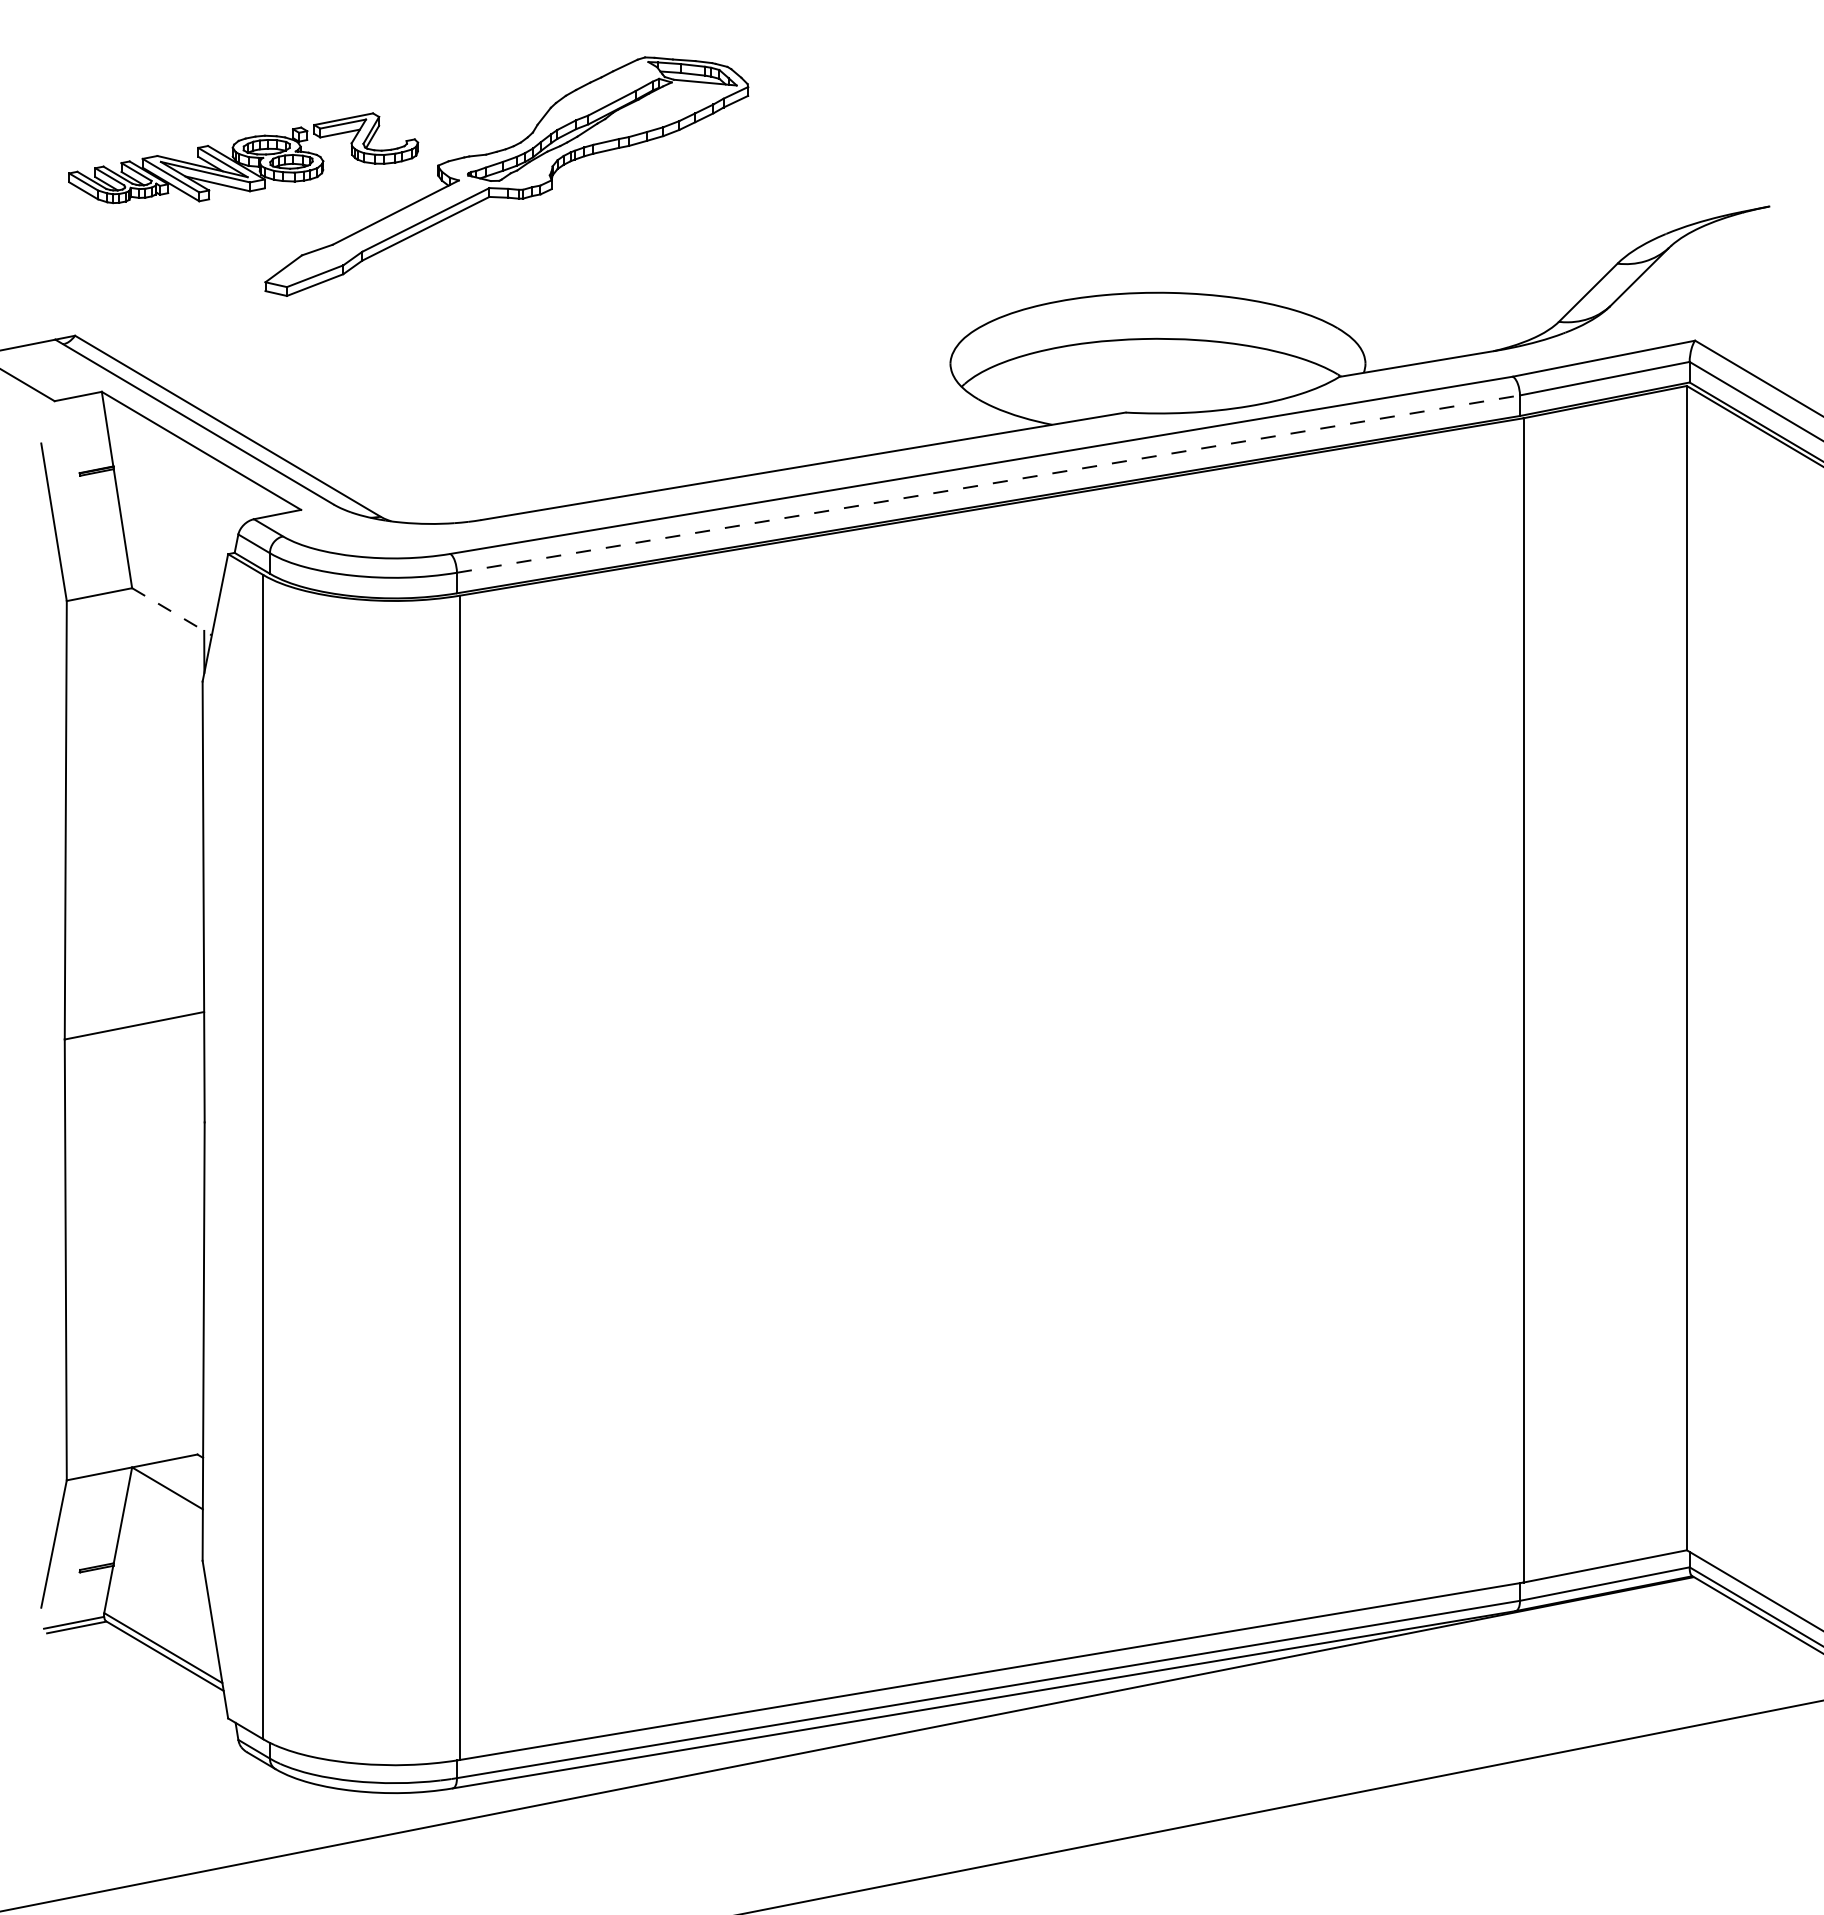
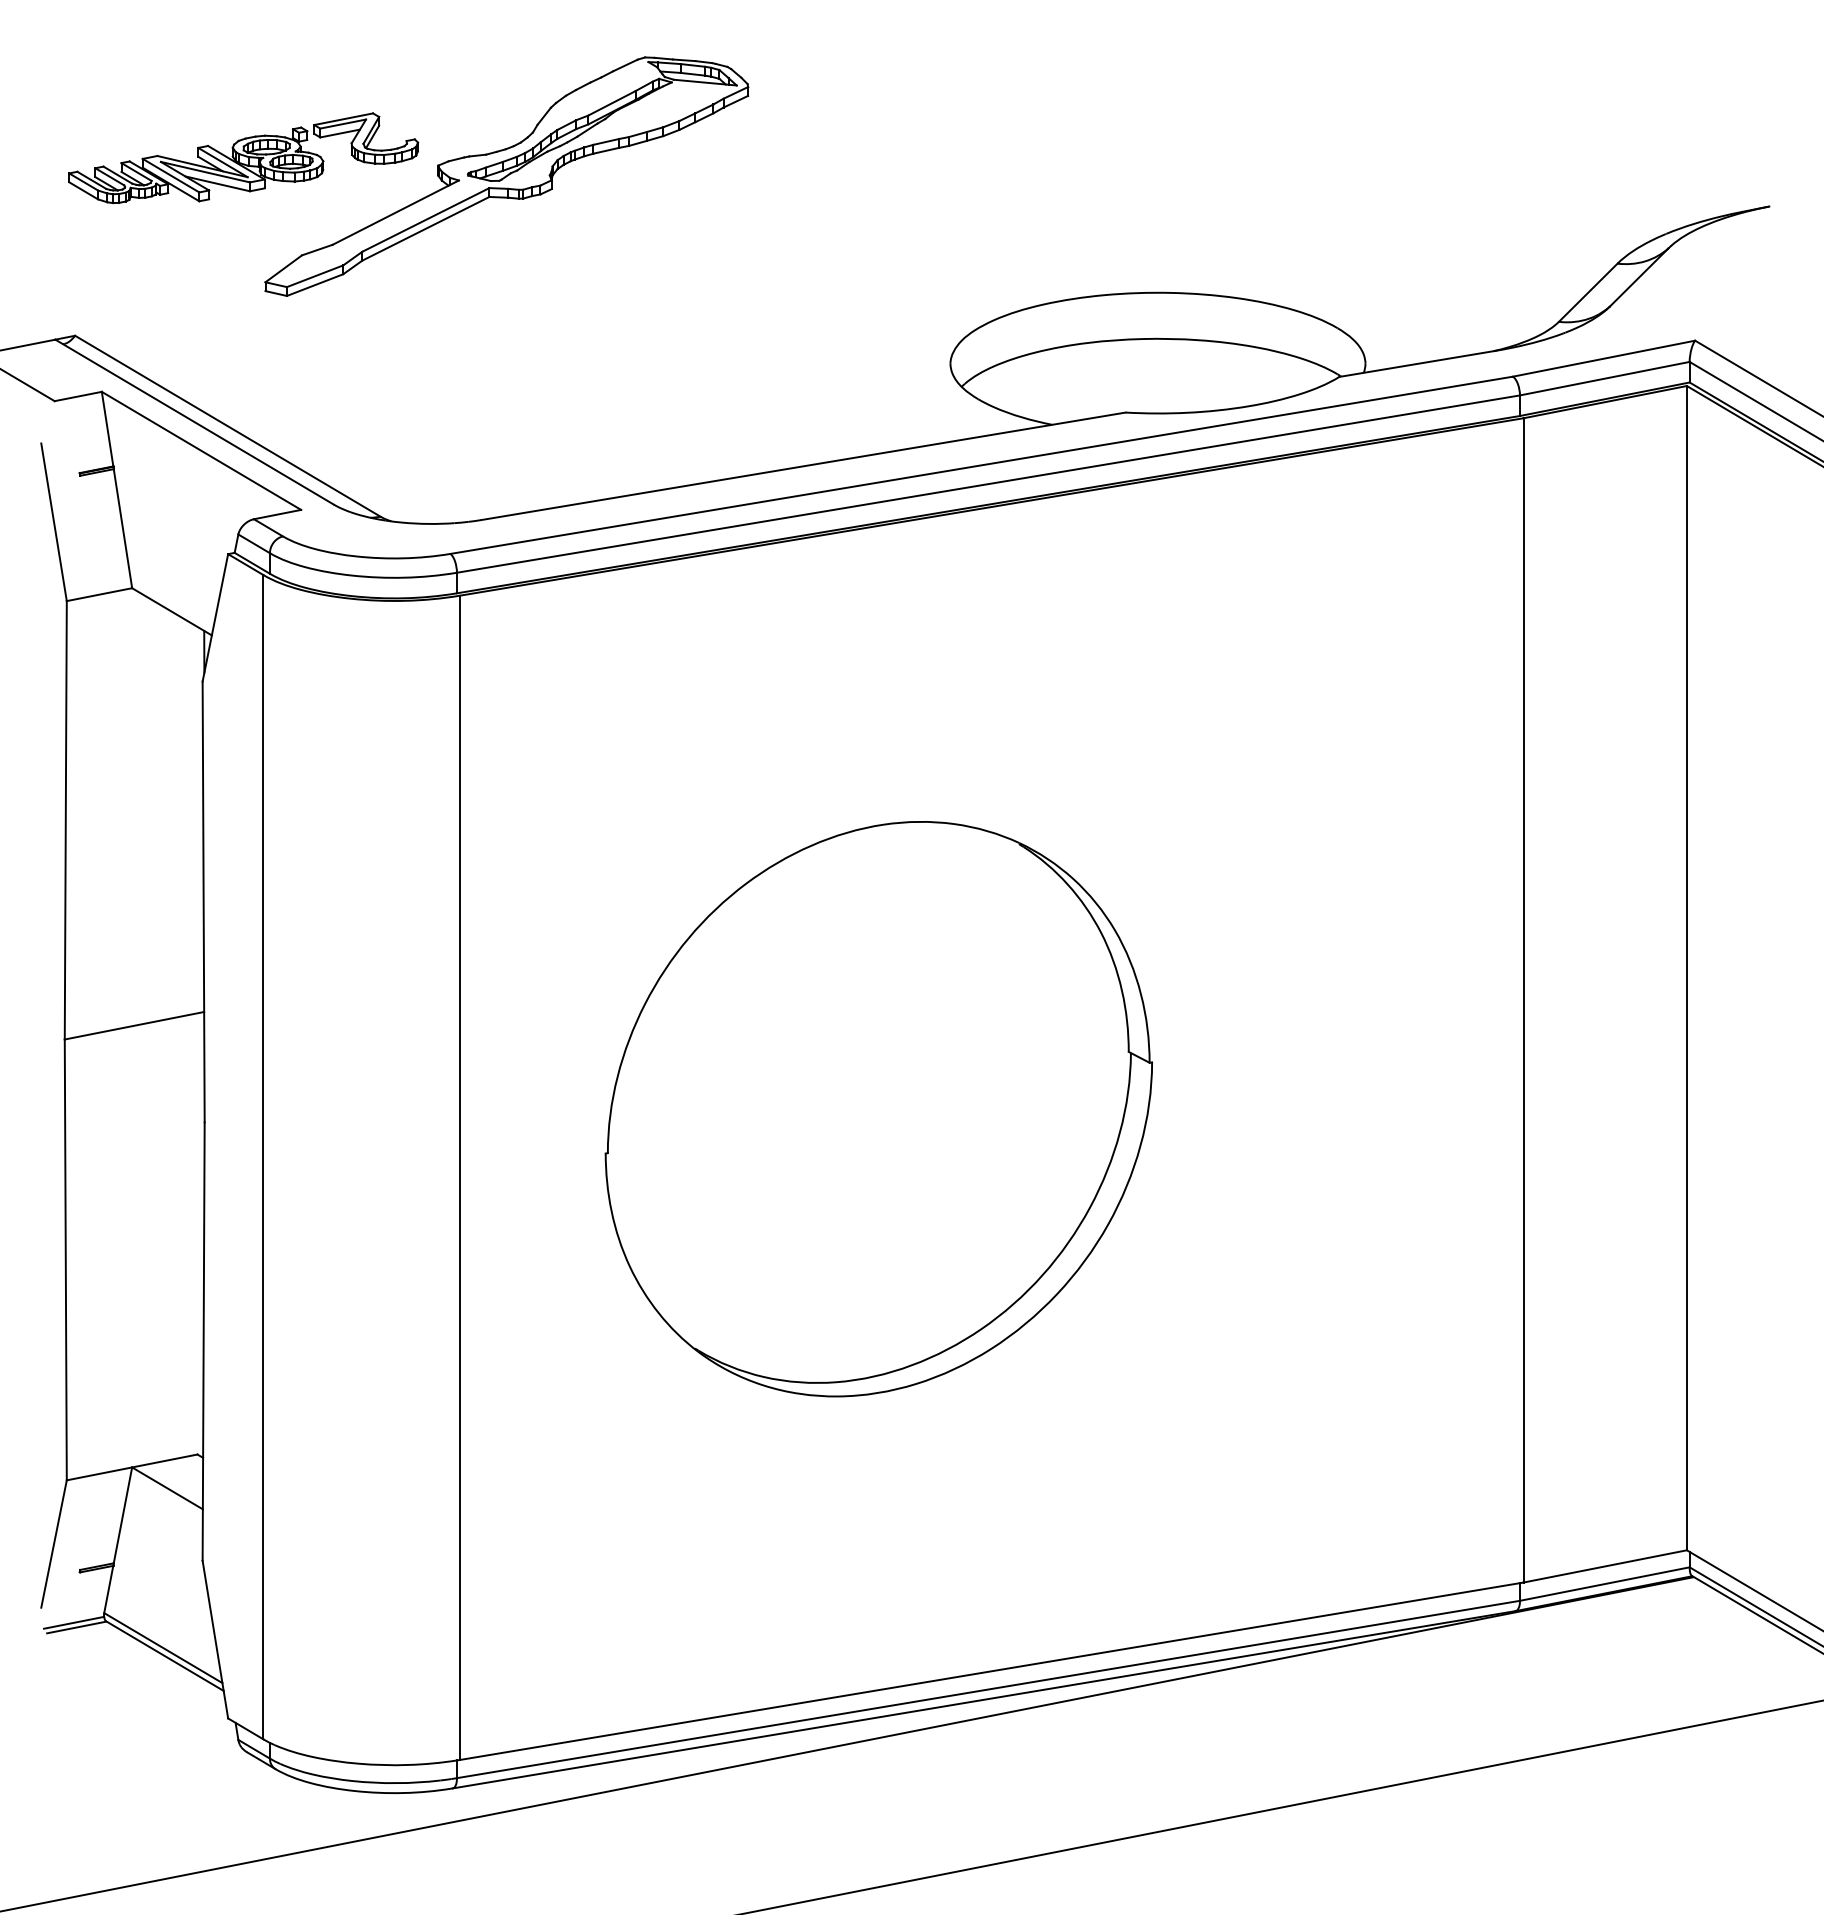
line at (988, 484): dashed -> solid
line at (172, 612): dashed -> solid
part at (878, 1109): none -> present
